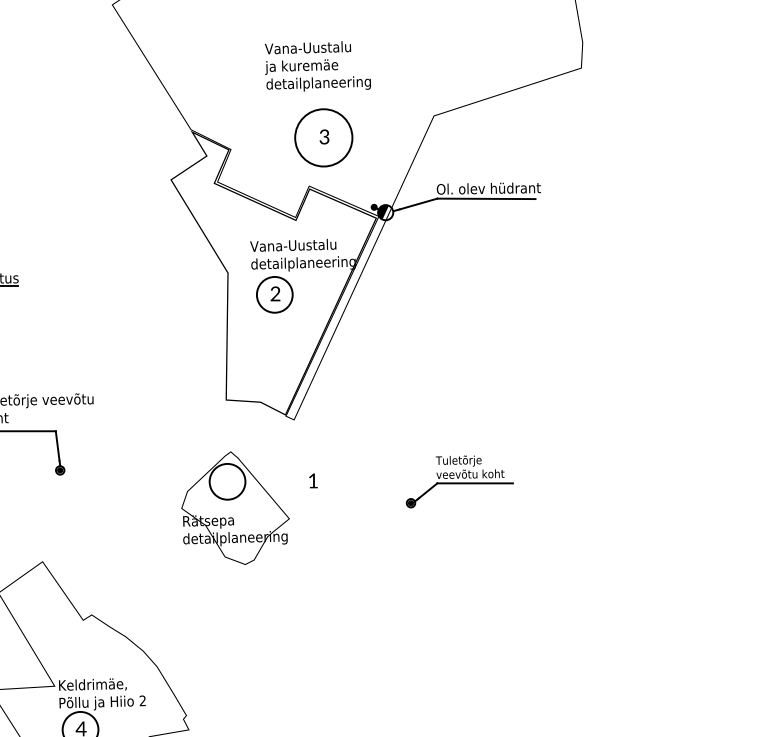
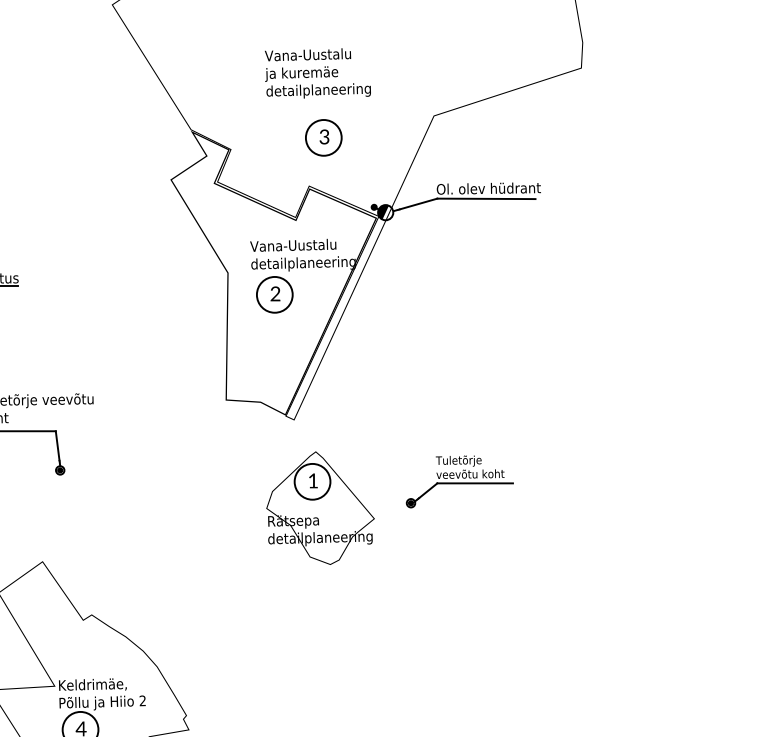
text at (317, 66) position: (317, 66) -> (317, 73)
circle at (323, 137) diameter: 57 px -> 36 px
part at (235, 507) position: (235, 507) -> (320, 507)
